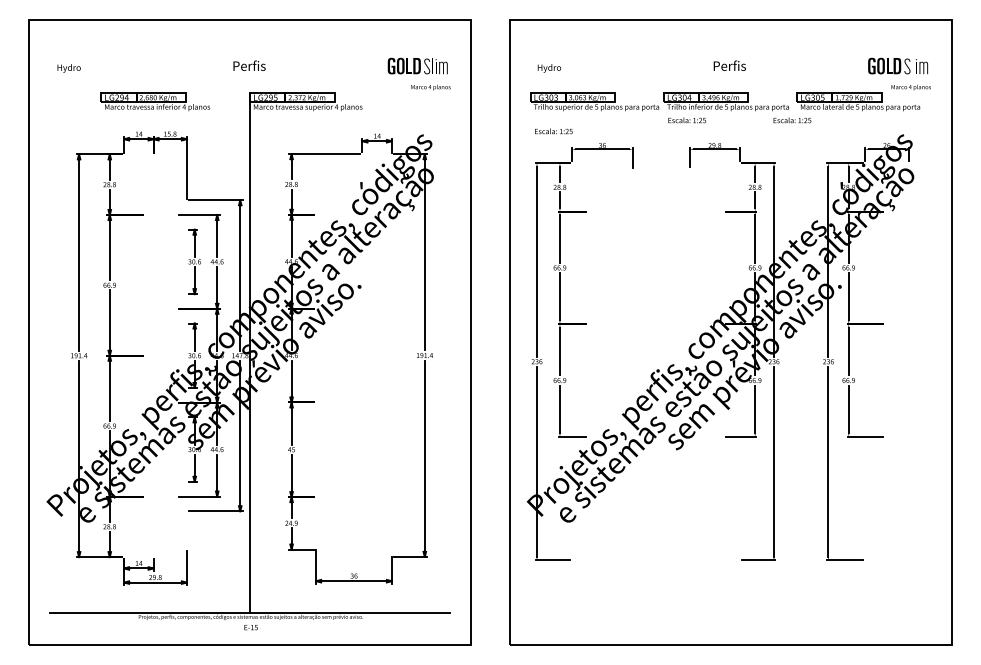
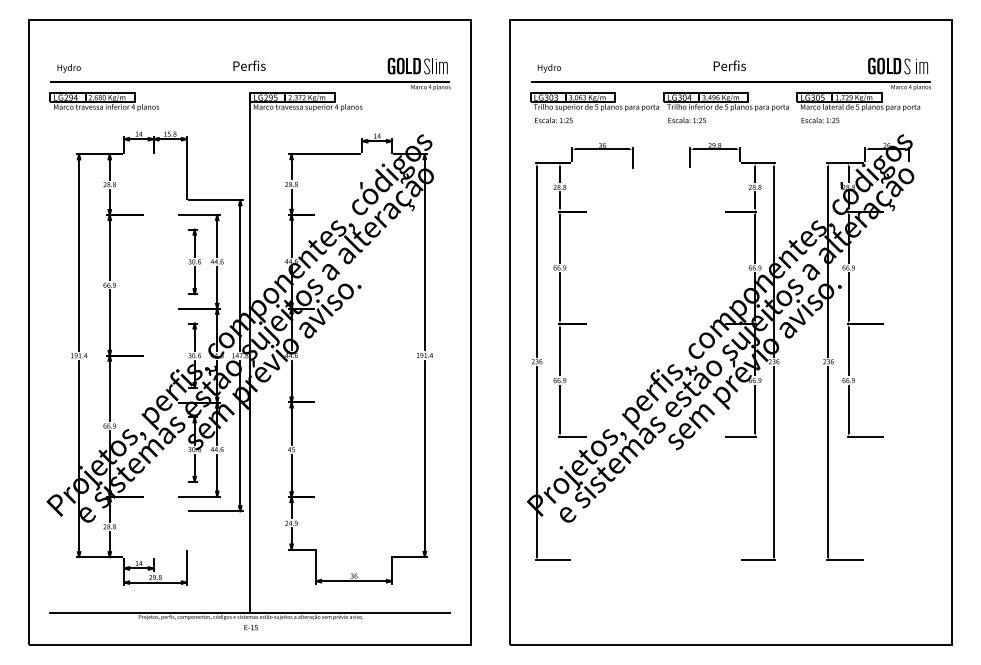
fill at (250, 81): none -> present
fill at (730, 81): none -> present
part at (155, 101) position: (155, 101) -> (104, 101)
text at (792, 120) position: (792, 120) -> (820, 120)
text at (553, 131) position: (553, 131) -> (553, 120)
